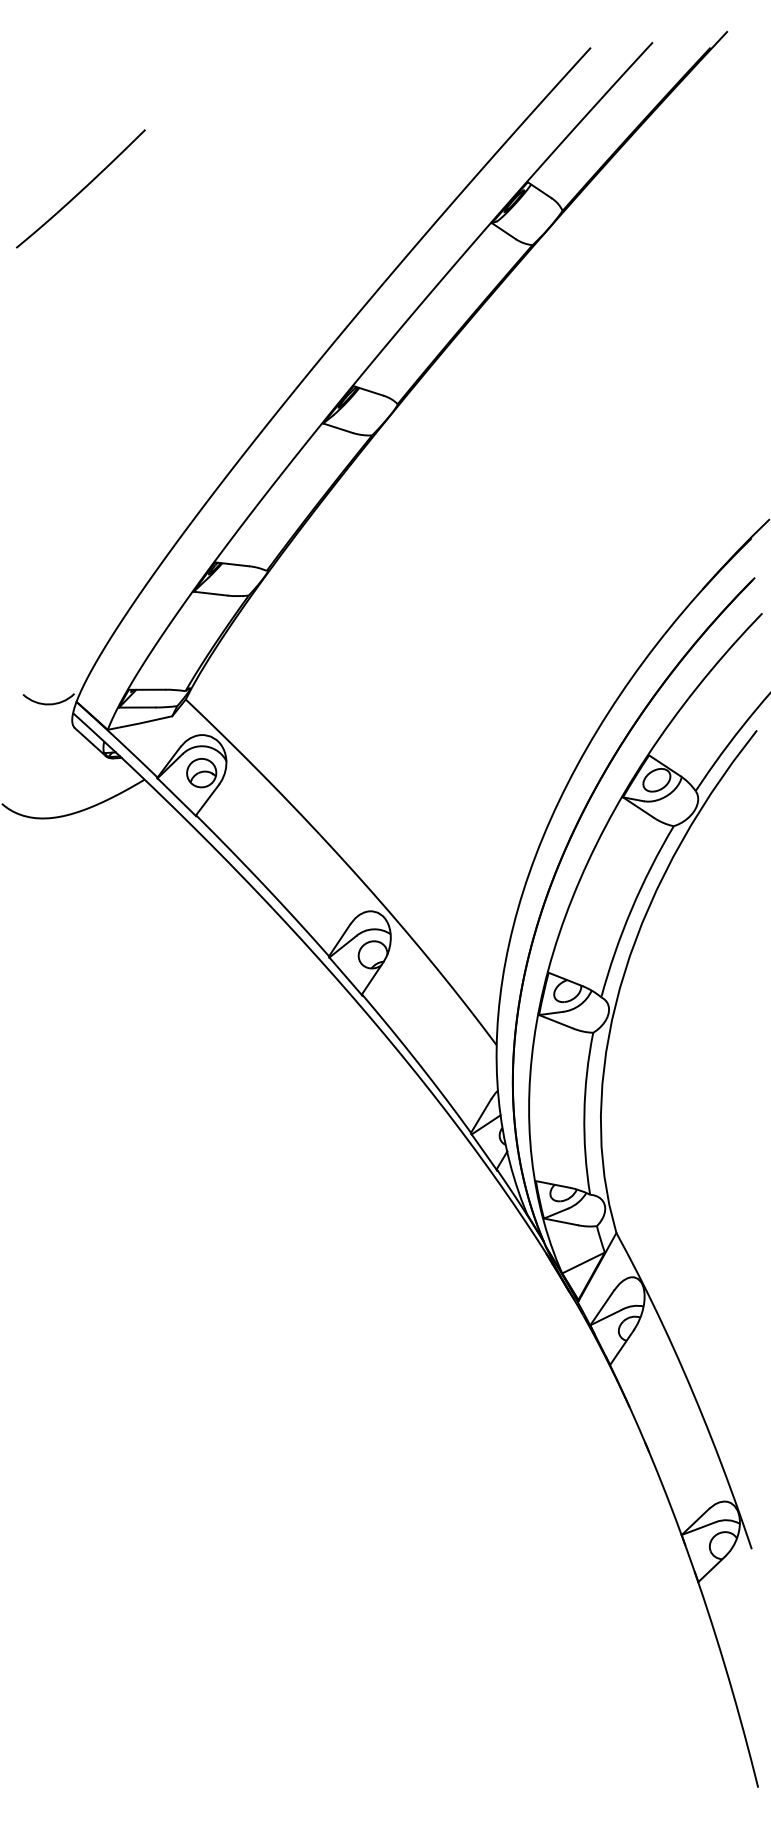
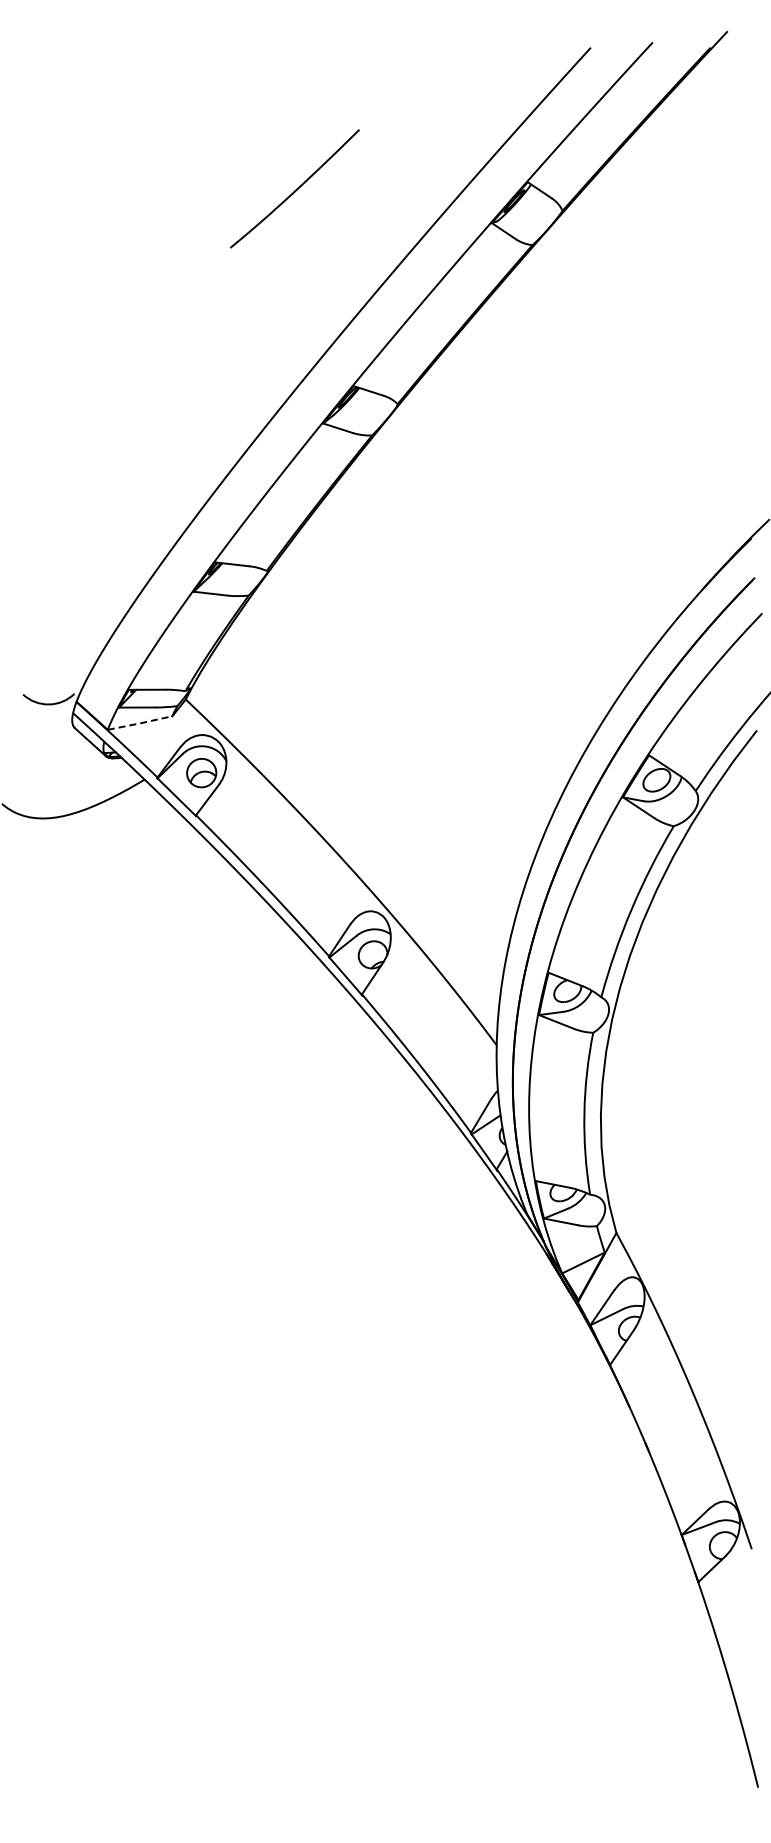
curve at (81, 189) position: (81, 189) -> (295, 189)
line at (140, 723): solid -> dashed
